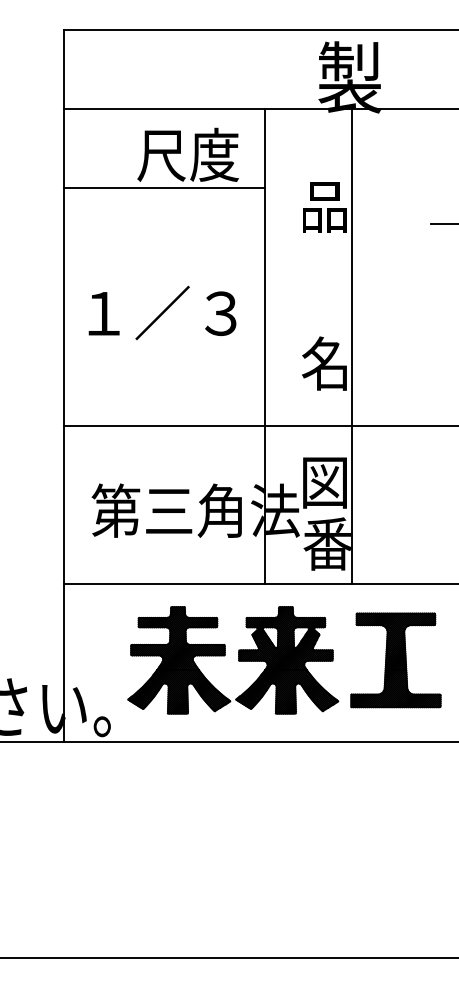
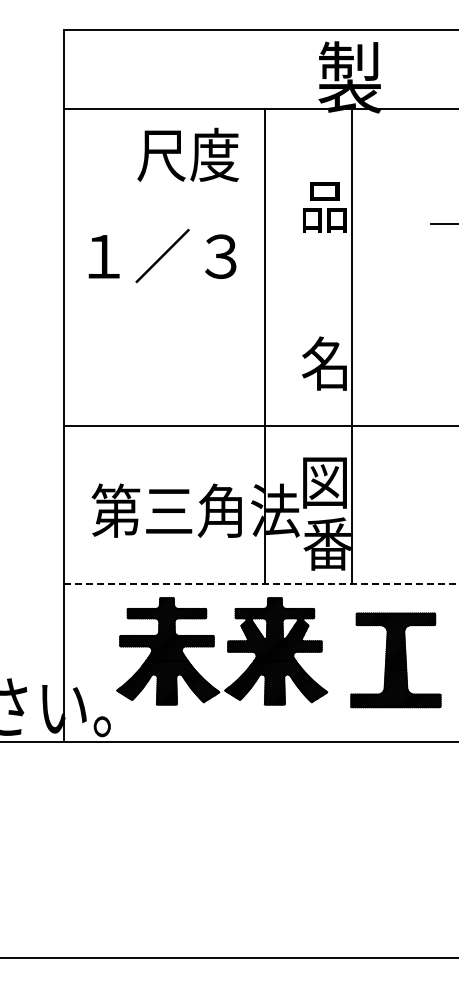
line at (164, 188): present -> none
text at (162, 312) position: (162, 312) -> (162, 255)
line at (260, 583): solid -> dashed
part at (233, 660) position: (233, 660) -> (222, 651)
